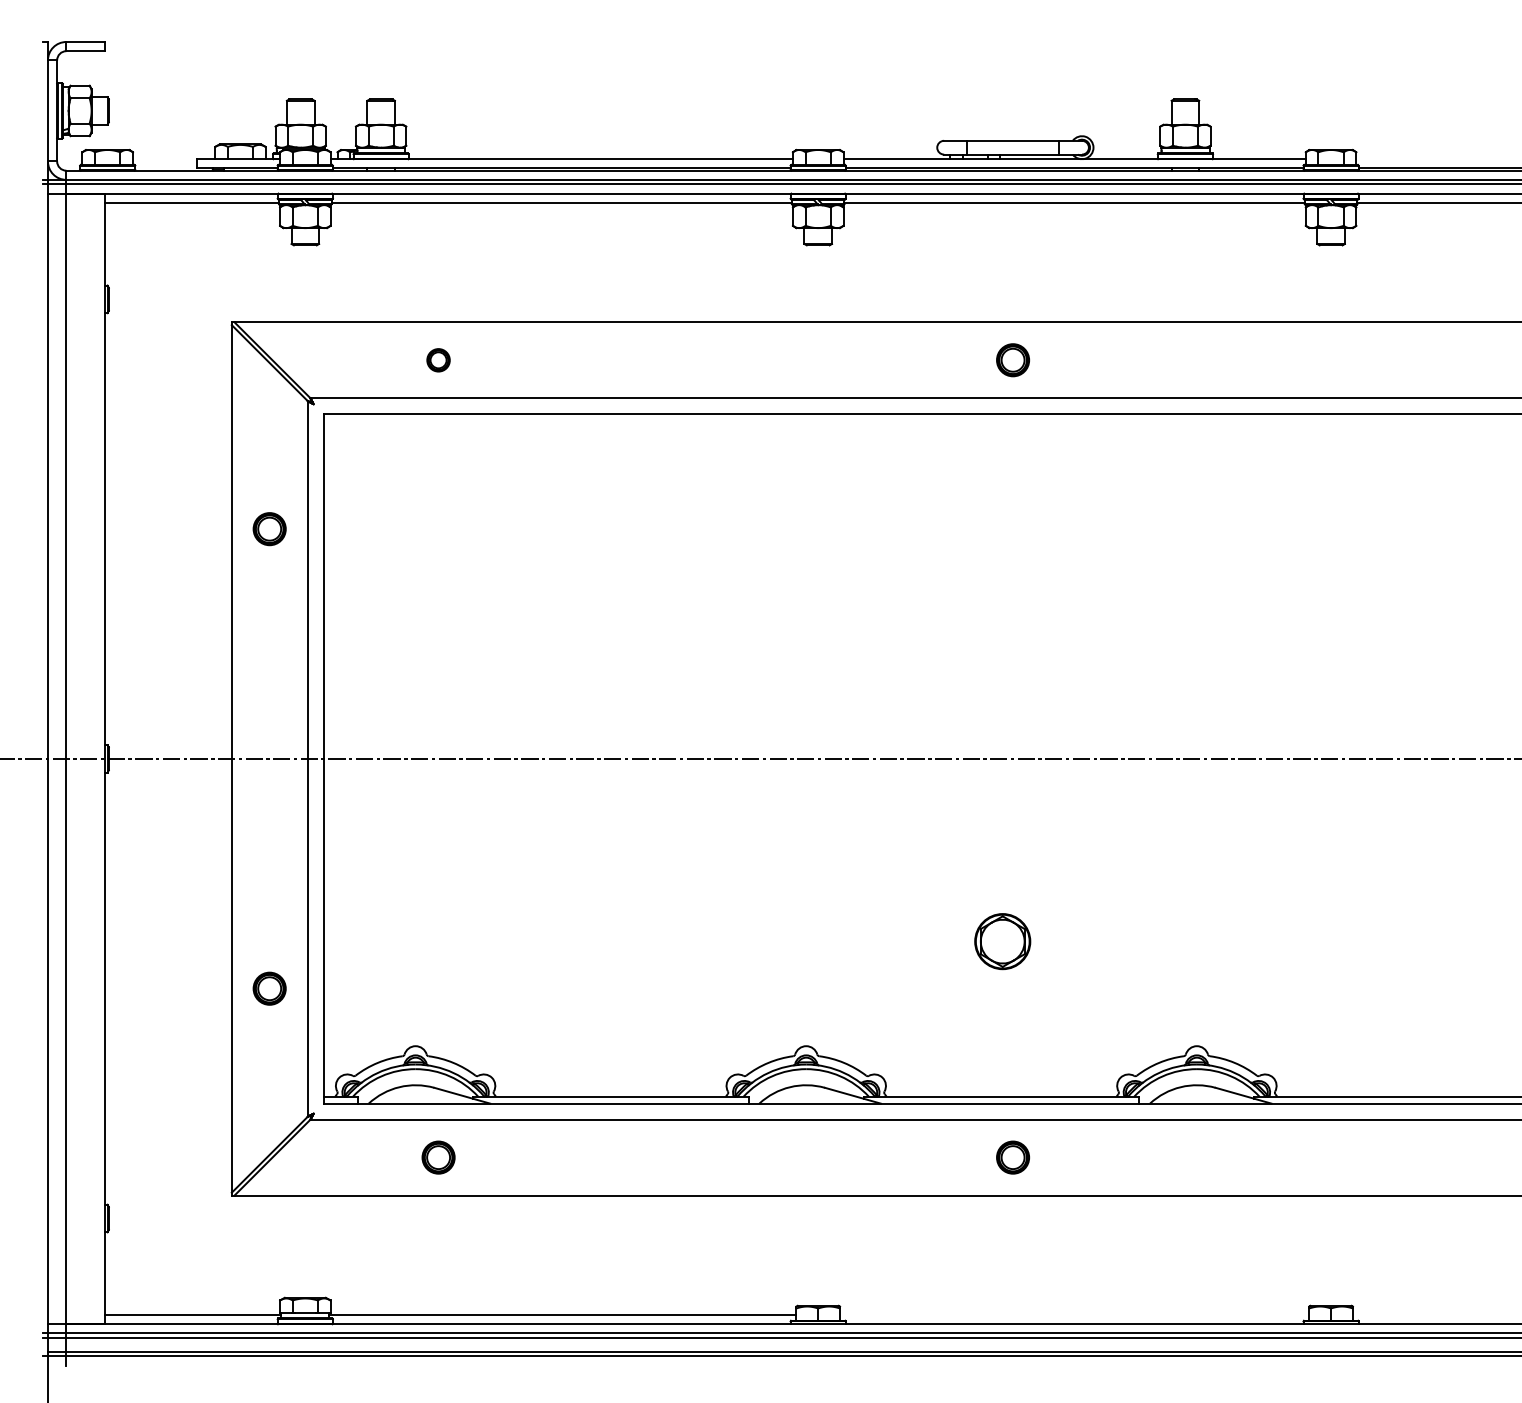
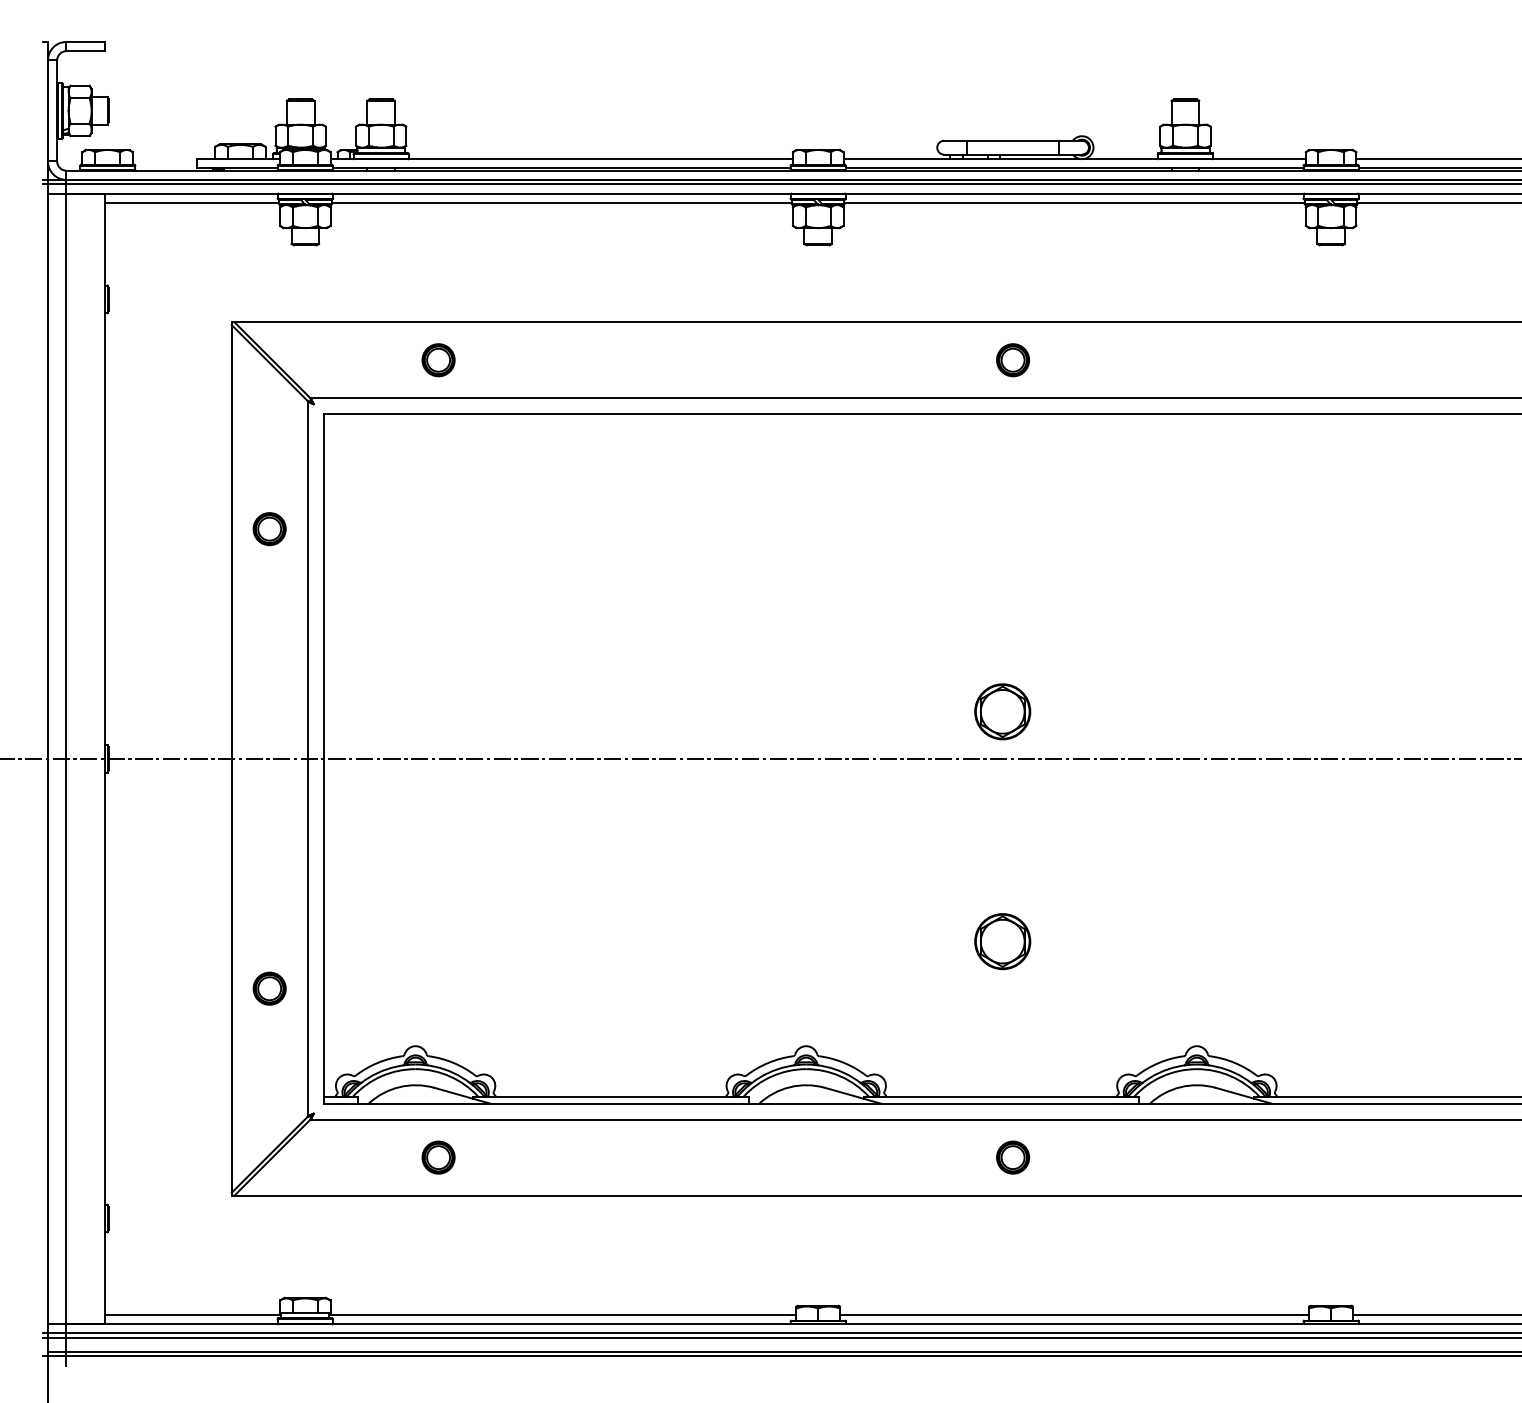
line at (1437, 159): none -> present
part at (438, 360) size: 25x25 px -> 35x35 px
part at (1002, 711): none -> present
line at (1074, 1315): none -> present
line at (1435, 1315): none -> present
